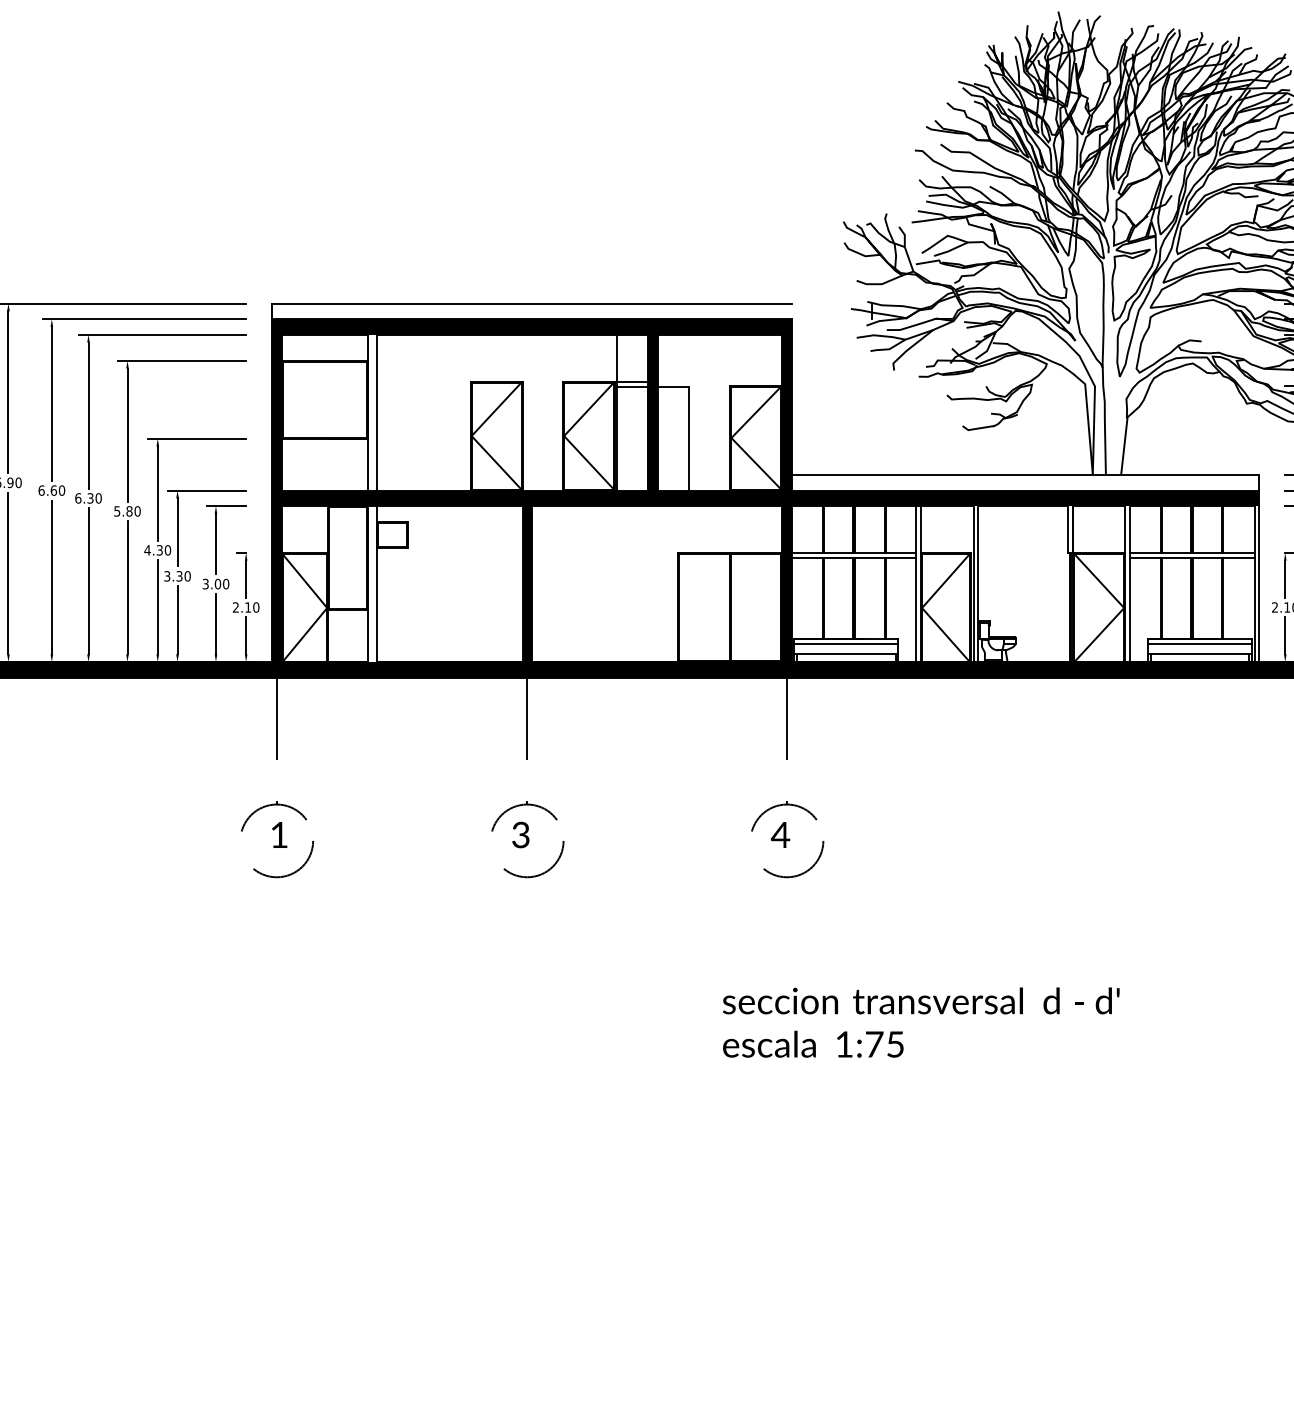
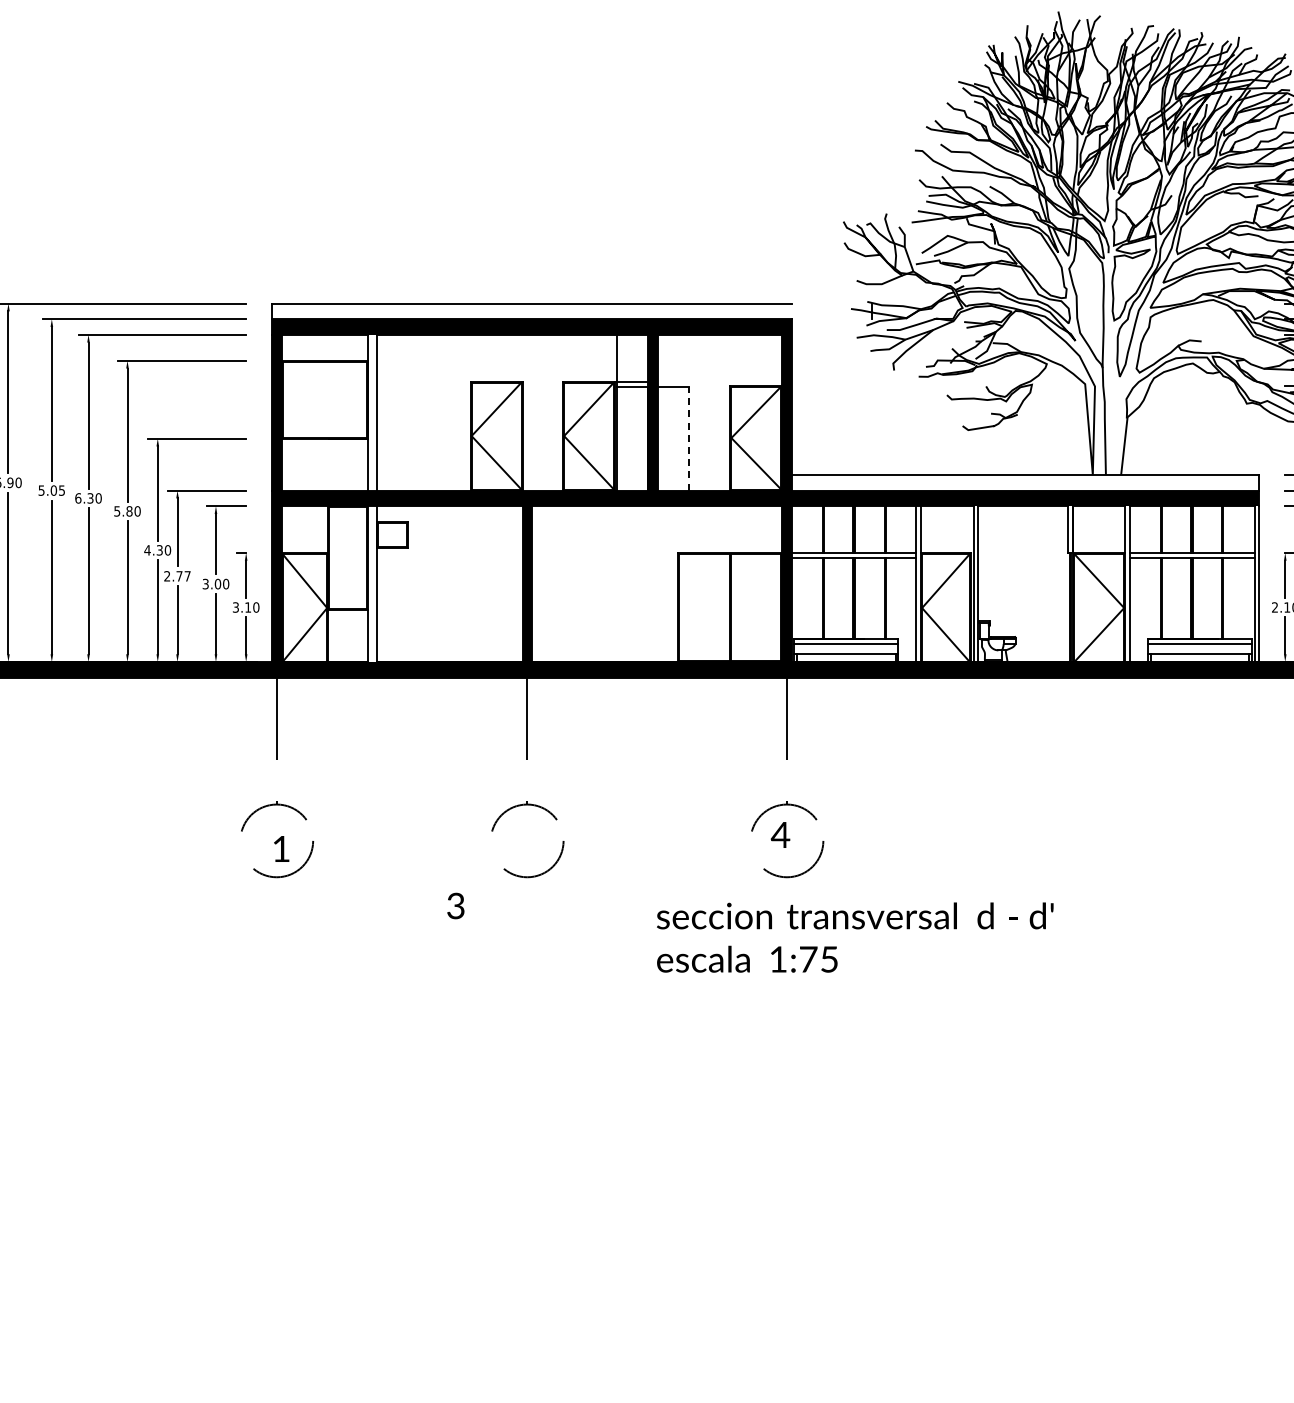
line at (688, 438): solid -> dashed
text at (51, 490): 6.60 -> 5.05
text at (177, 576): 3.30 -> 2.77
text at (235, 607): 2.10 -> 3.10
text at (279, 834) position: (279, 834) -> (281, 848)
text at (520, 834) position: (520, 834) -> (455, 905)
text at (921, 1022) position: (921, 1022) -> (855, 937)
